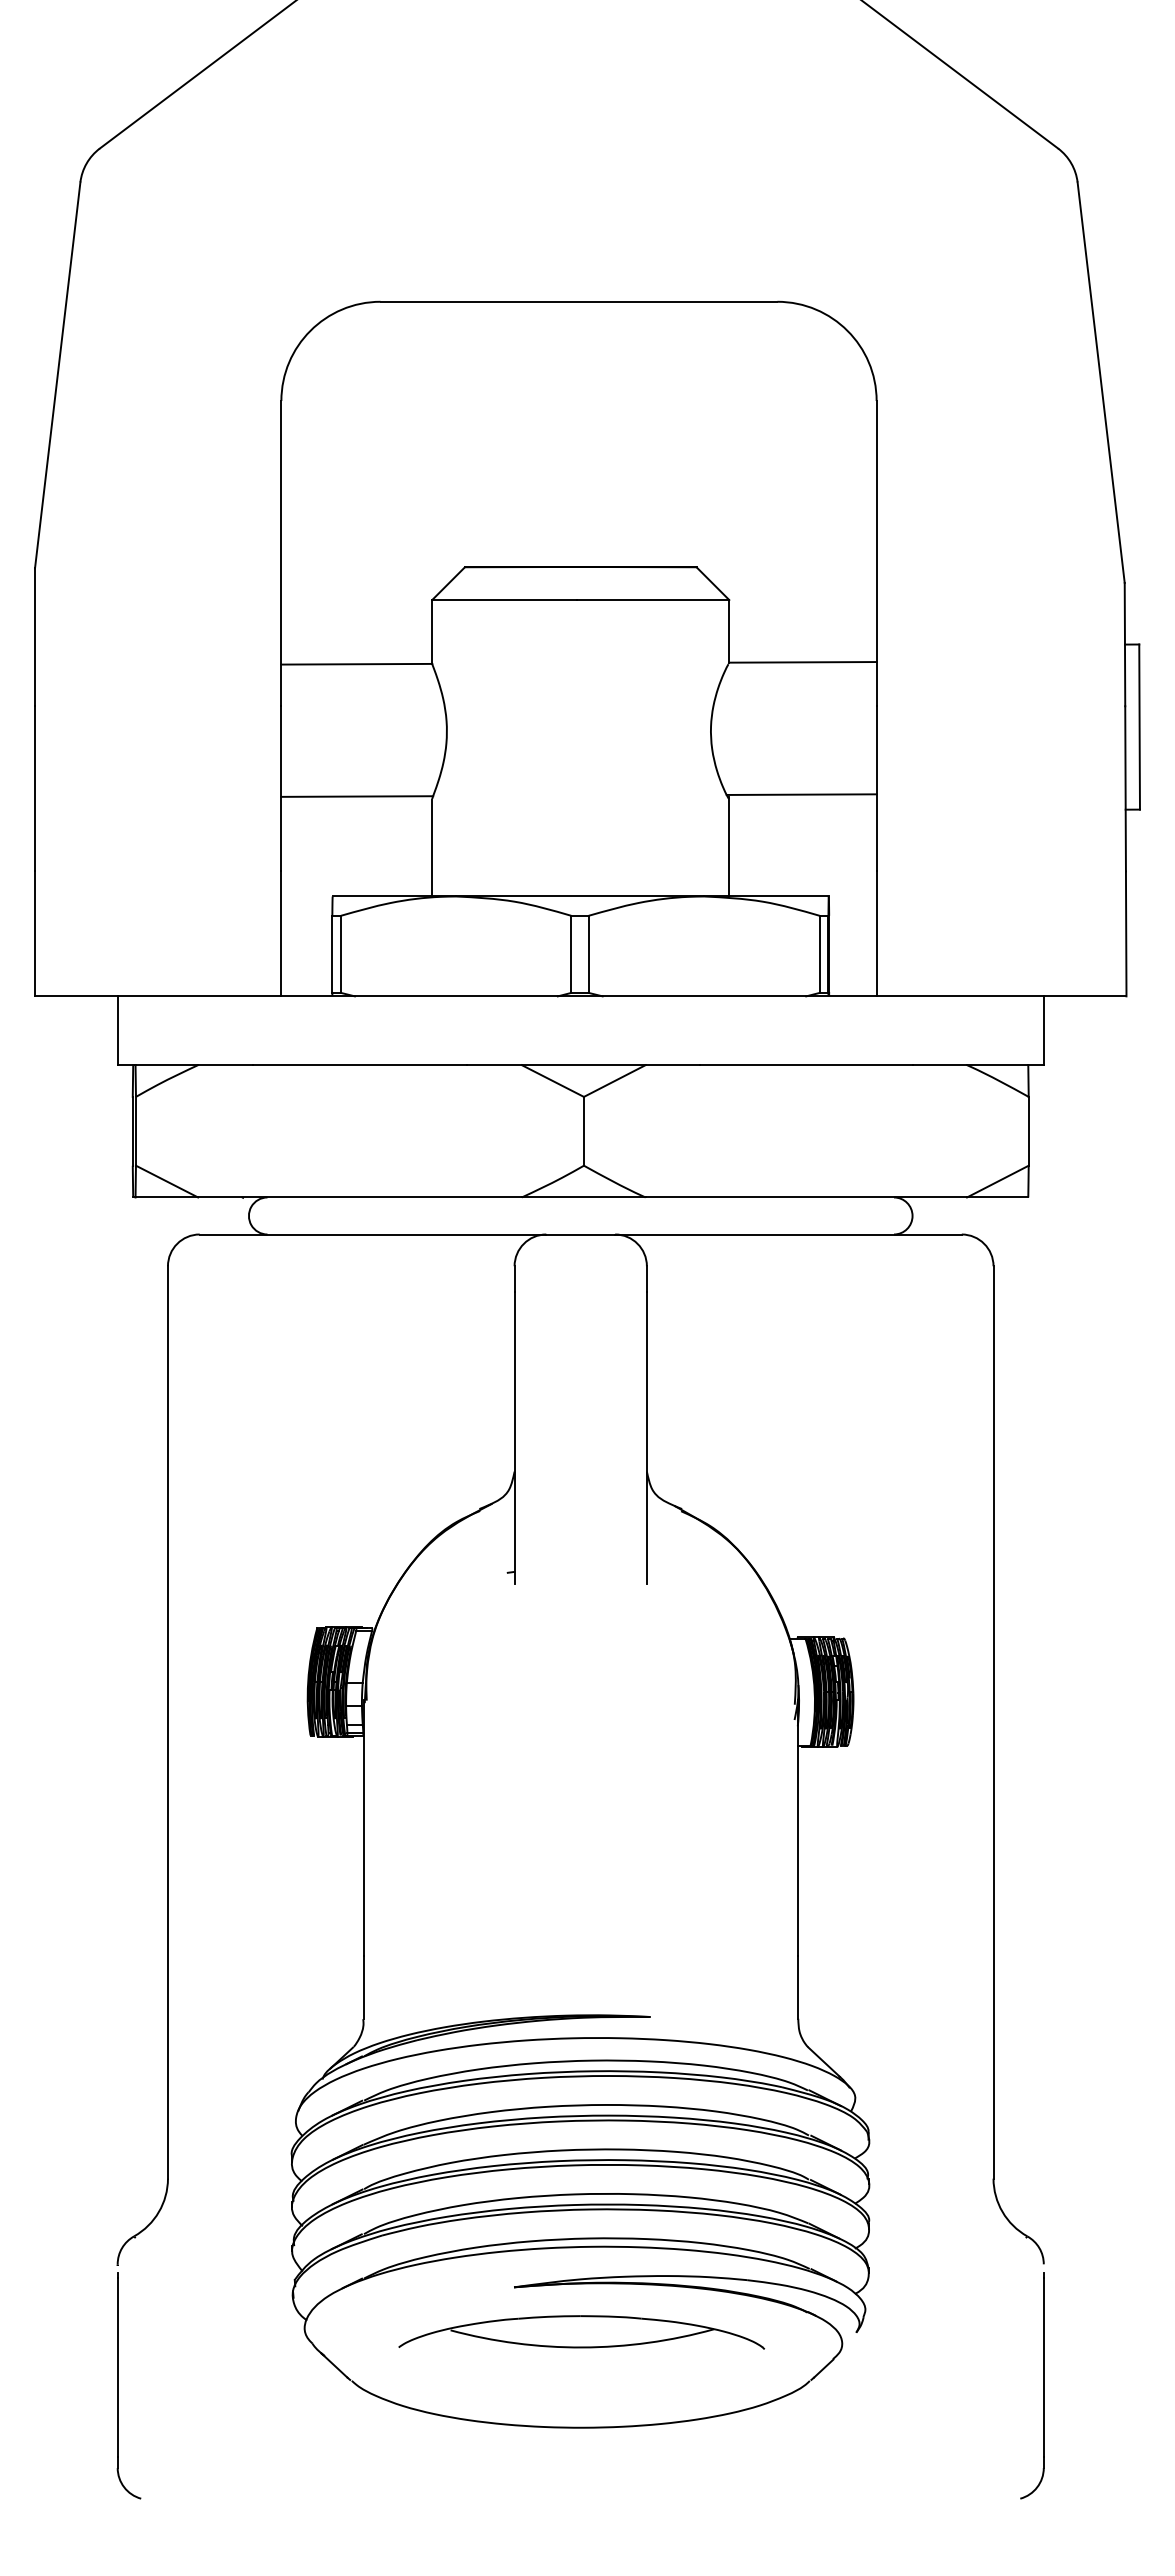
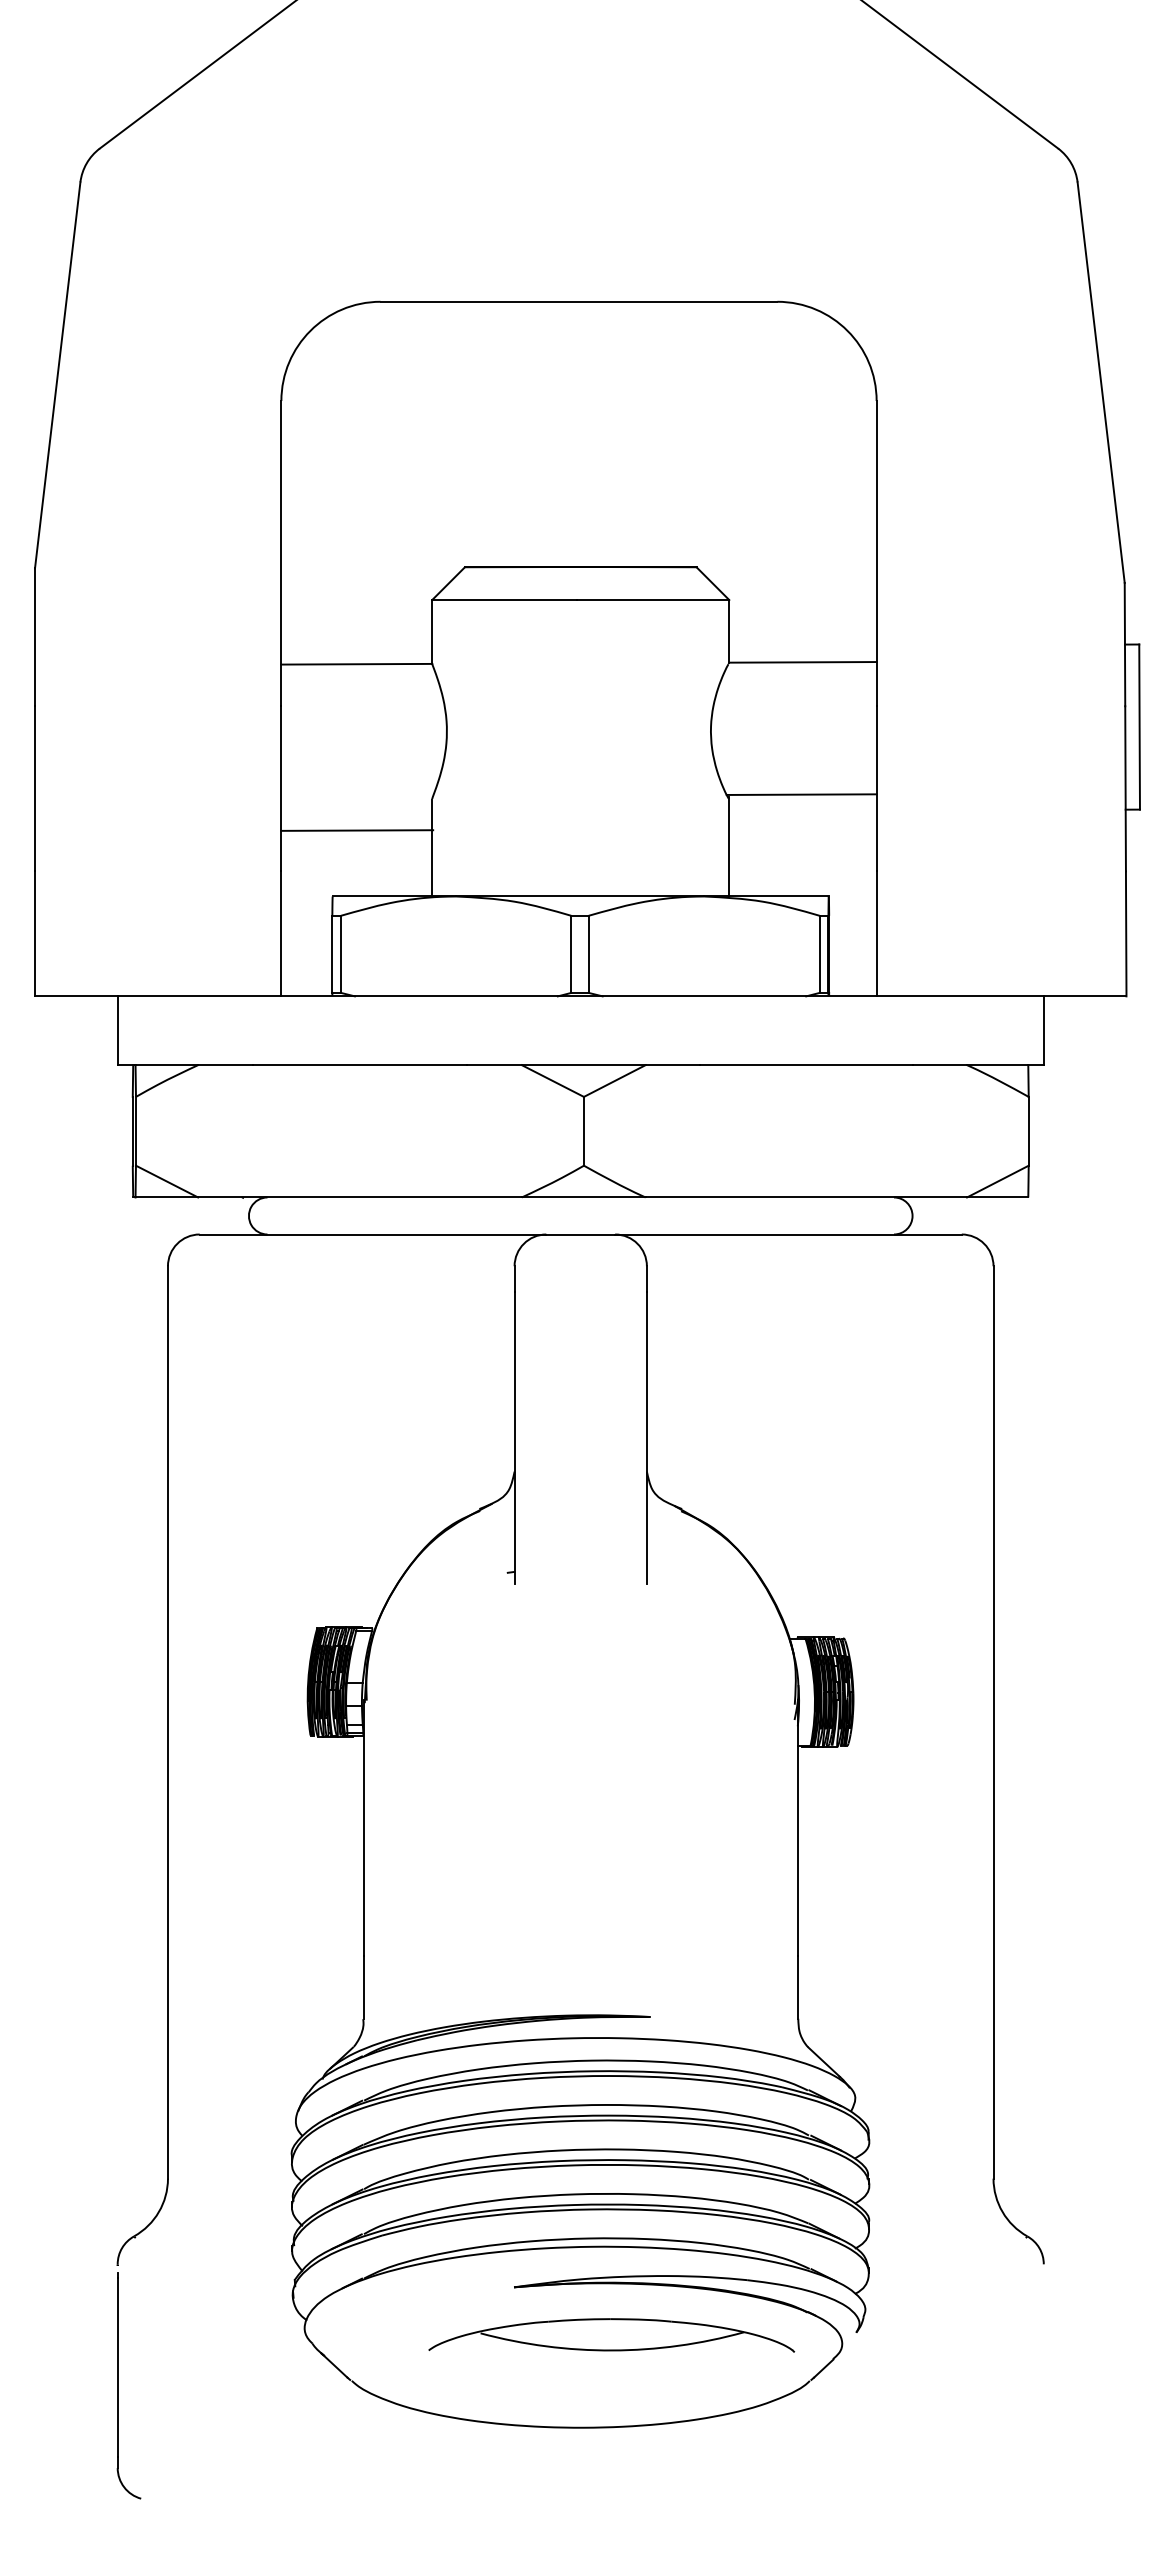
line at (357, 796) position: (357, 796) -> (357, 830)
part at (581, 2332) position: (581, 2332) -> (611, 2335)
part at (1043, 2385): present -> none
